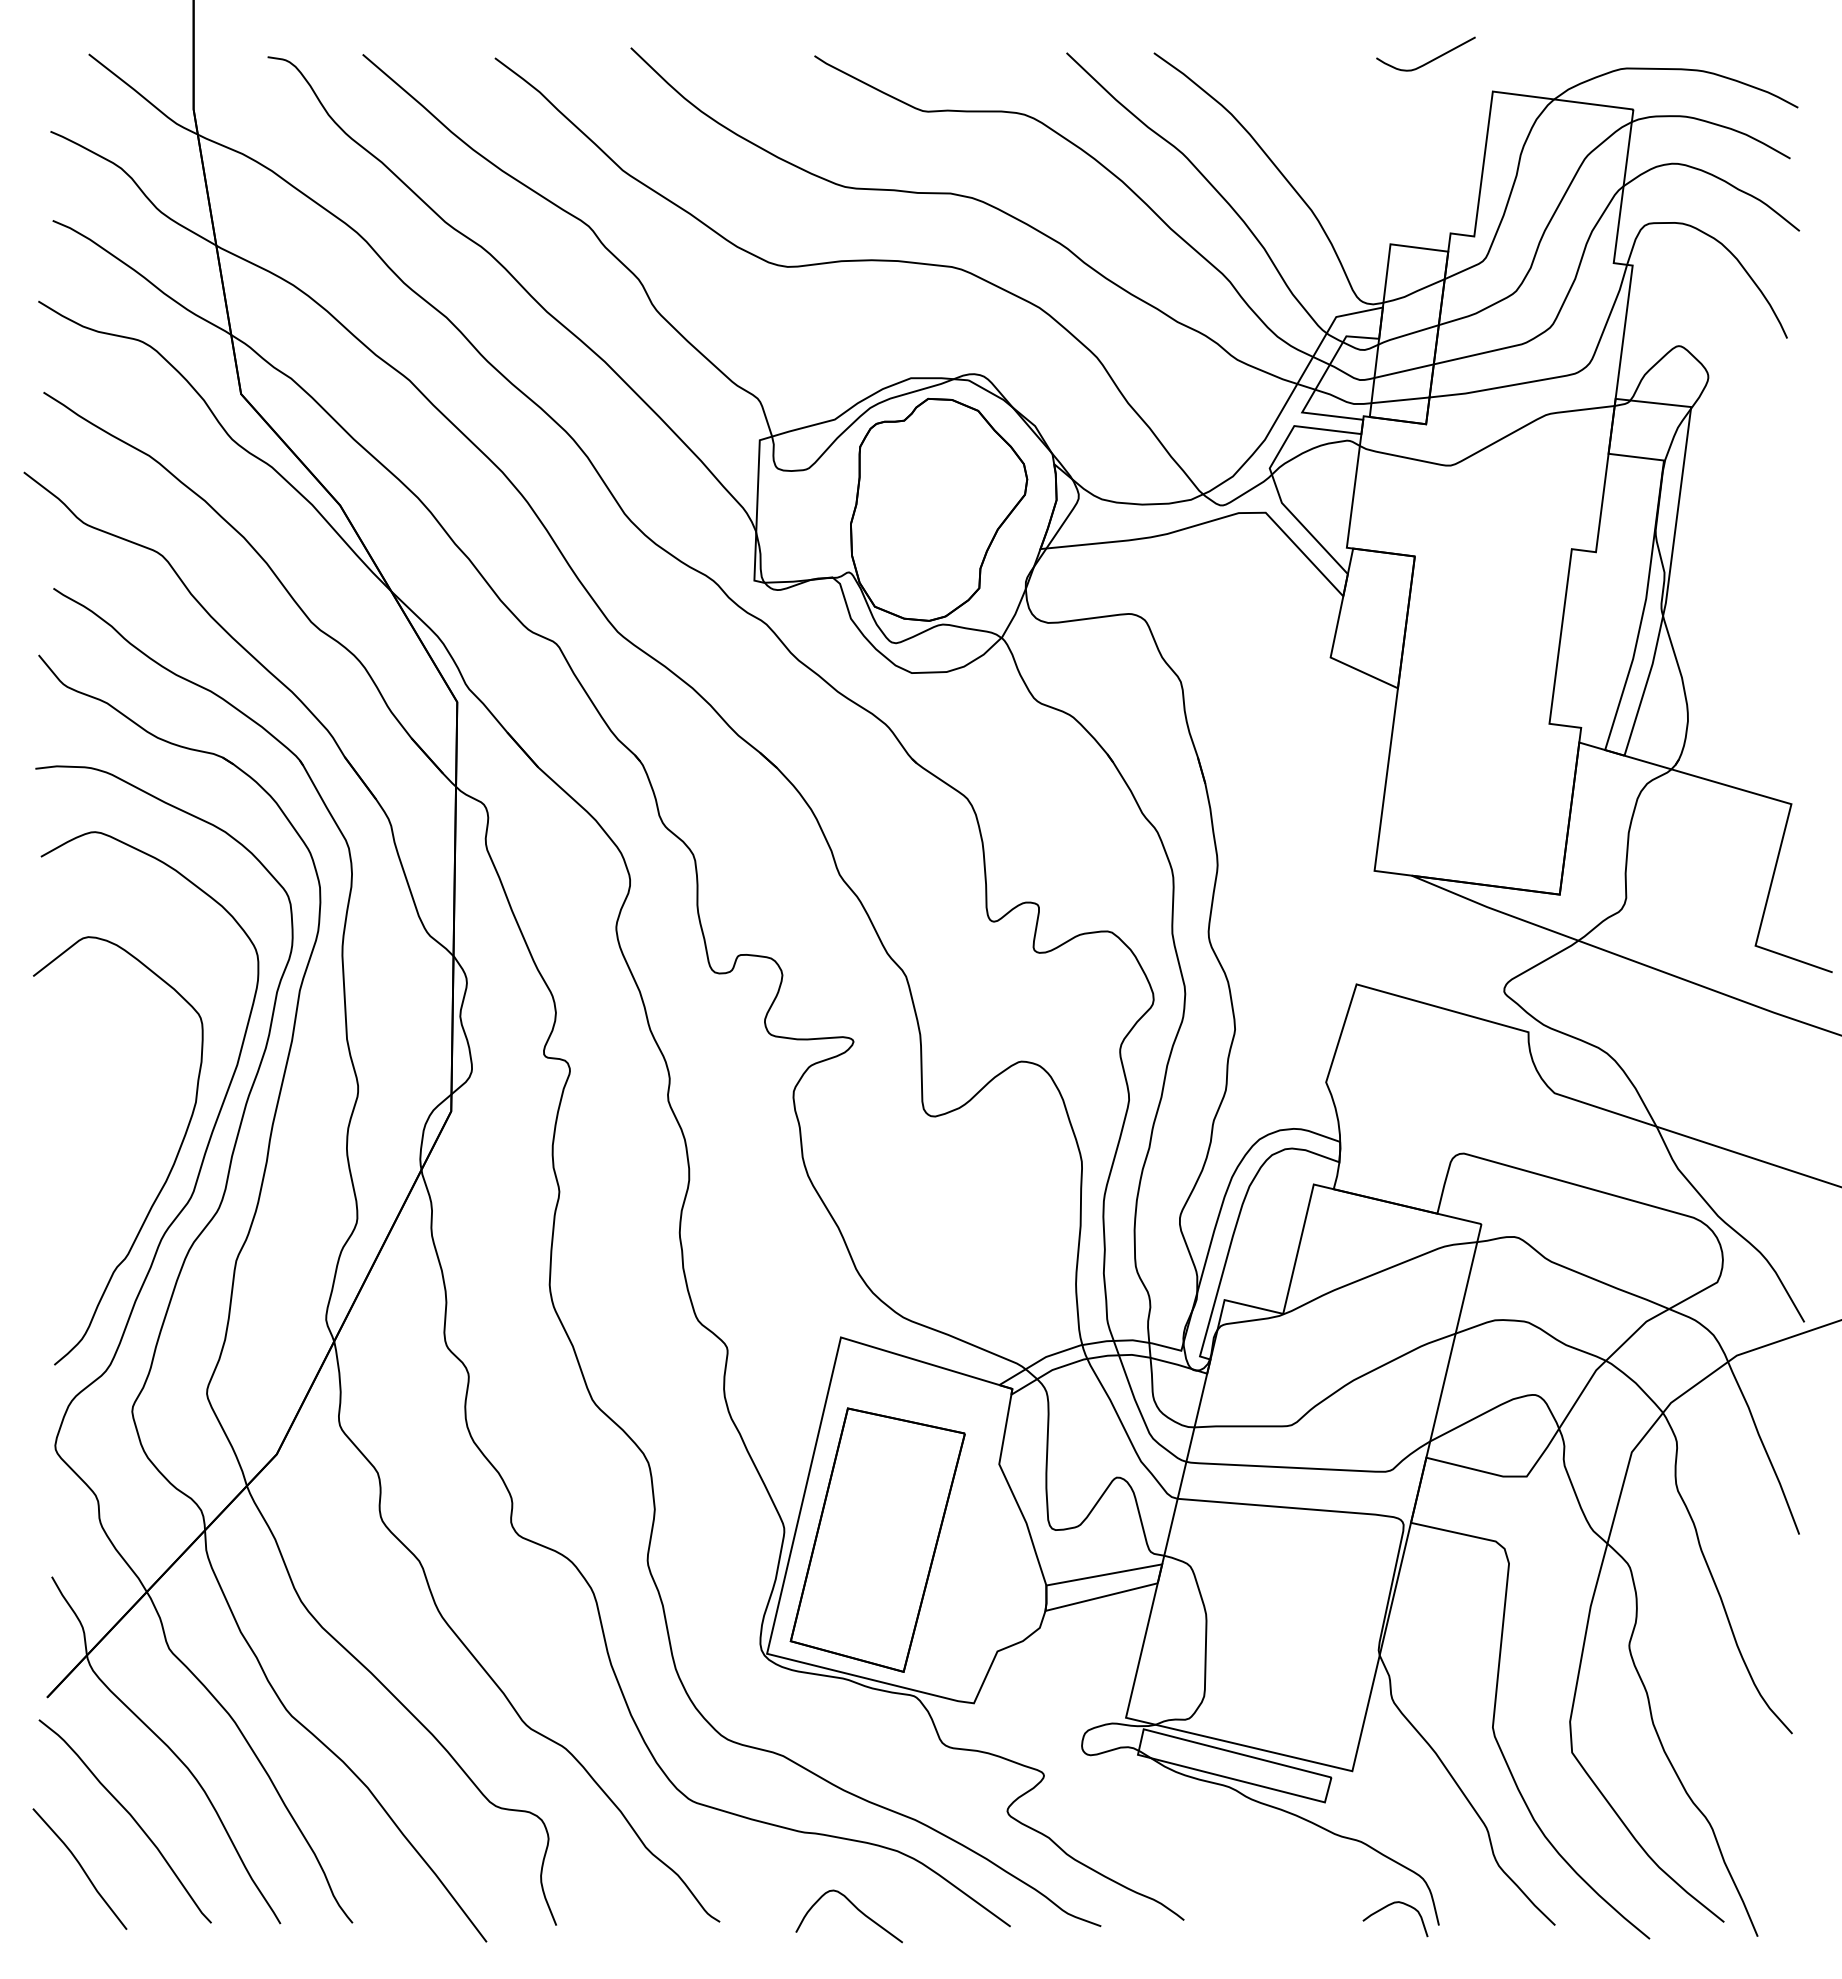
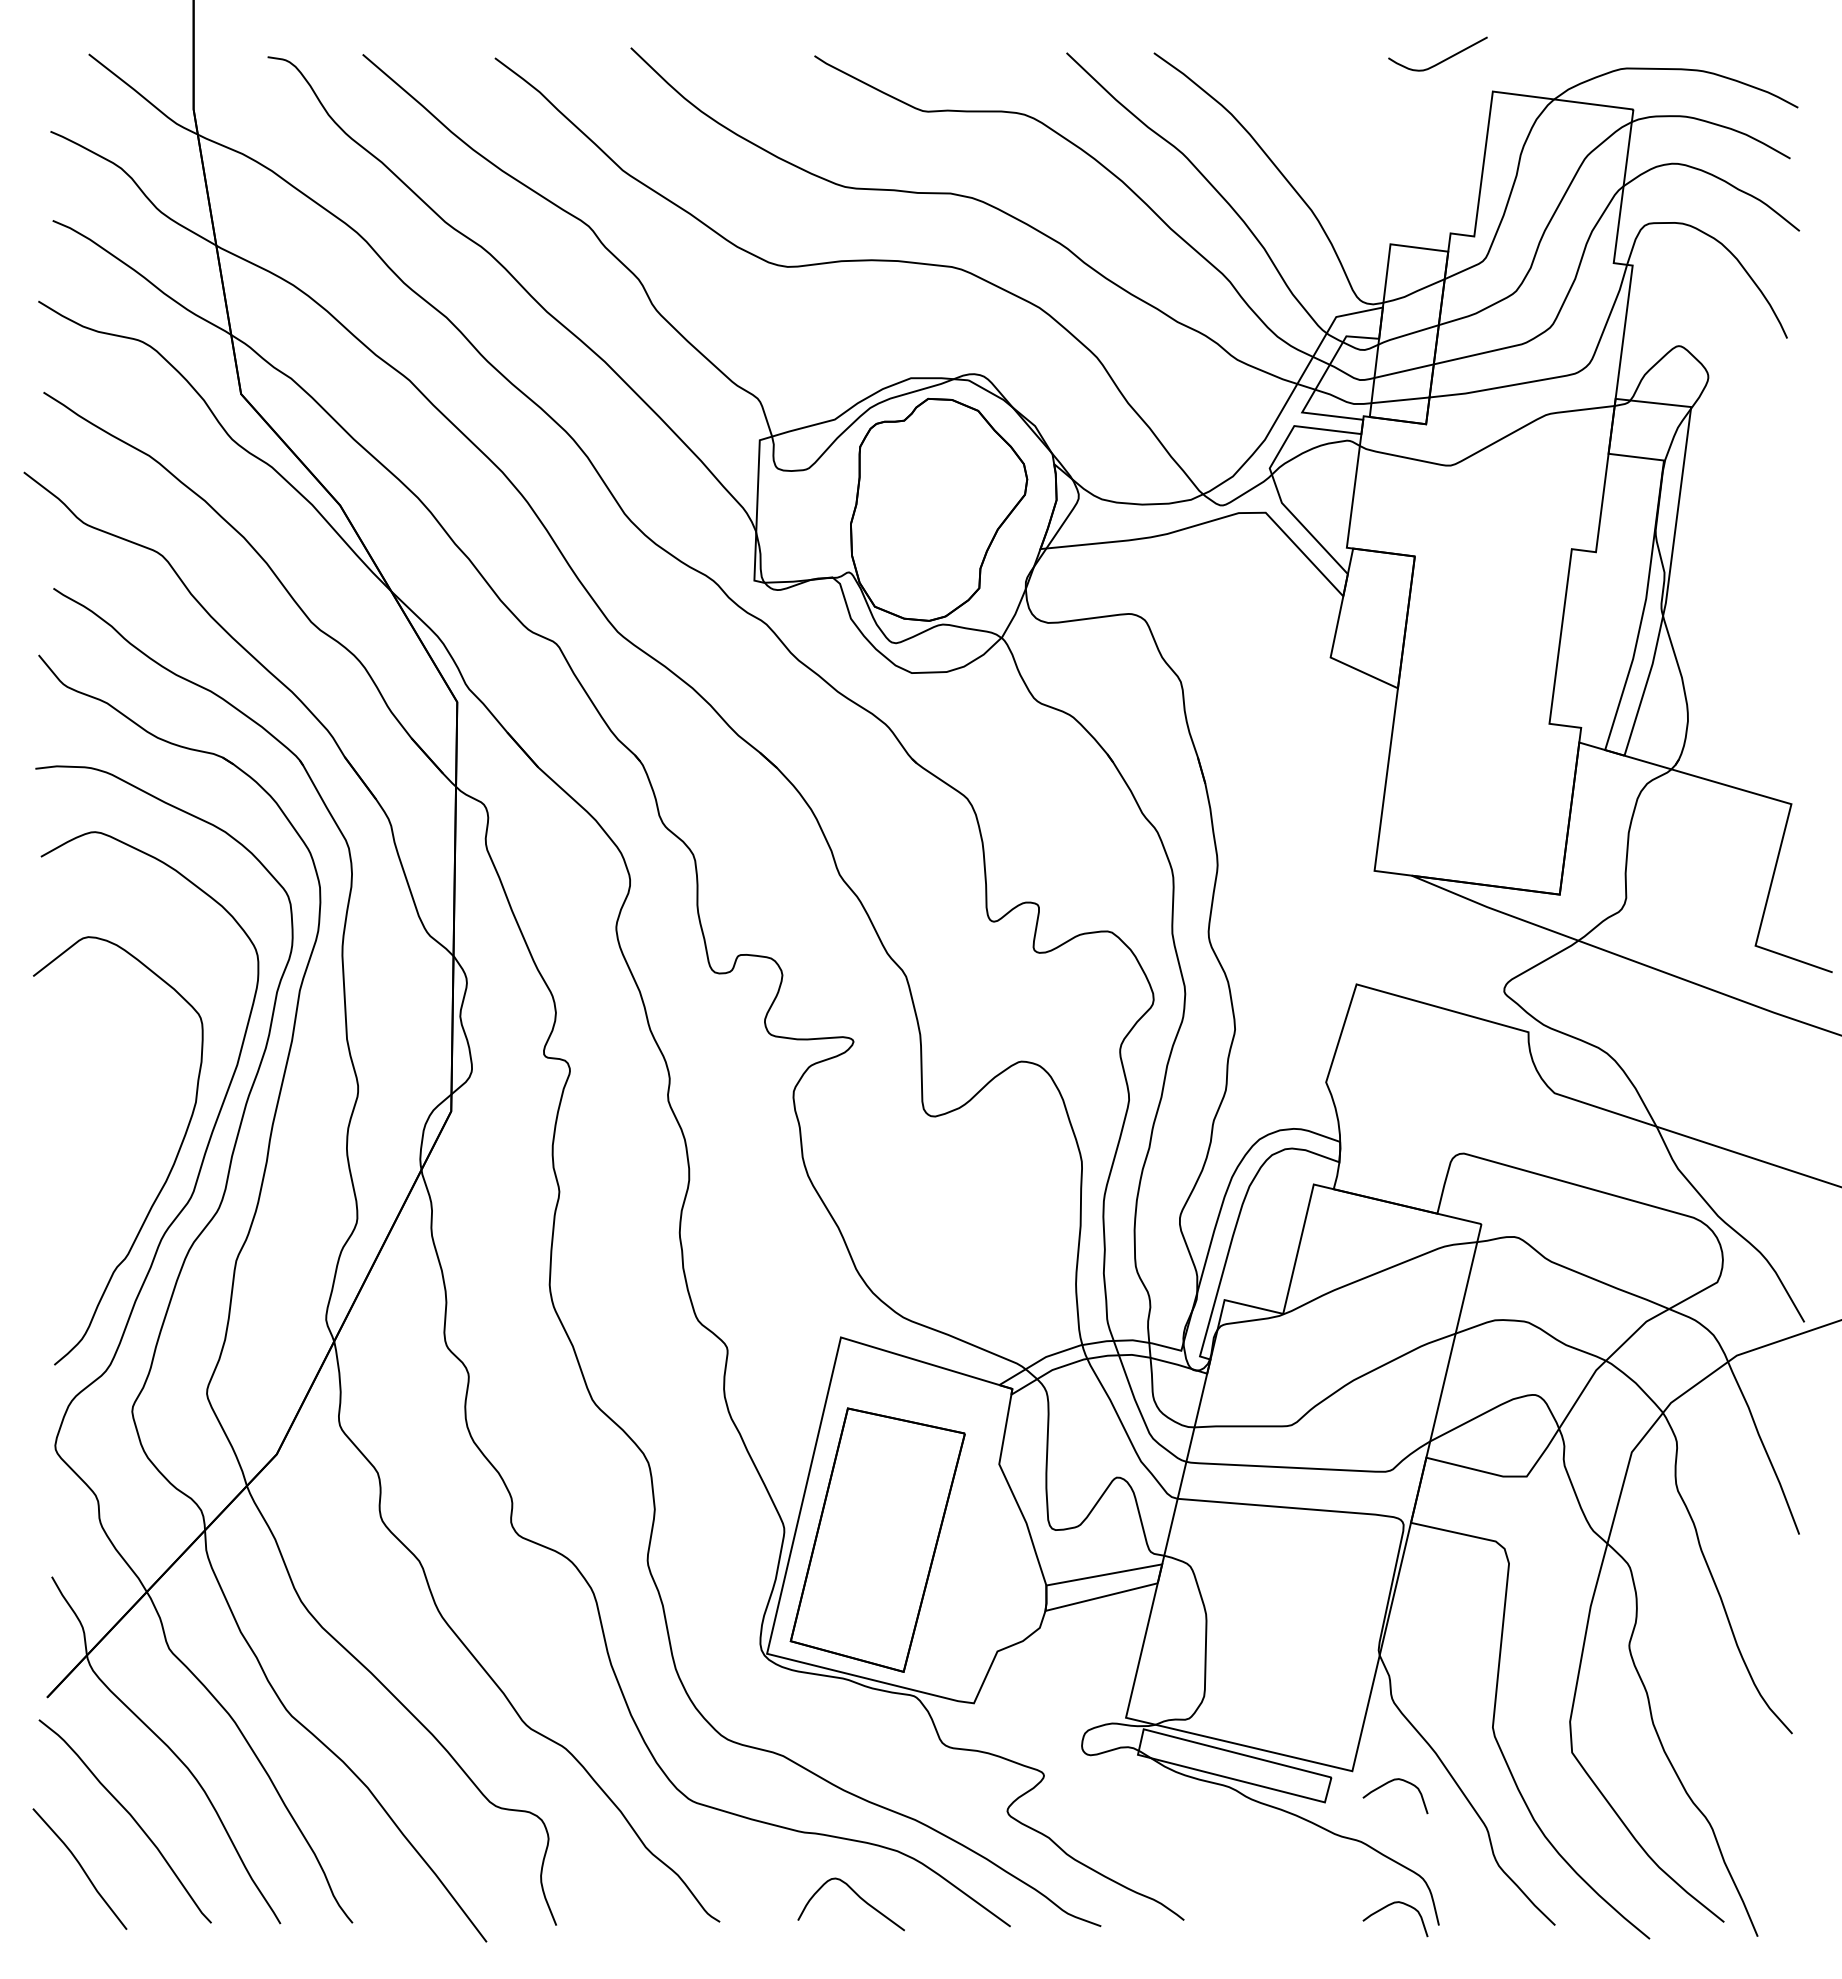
curve at (1428, 61) position: (1428, 61) -> (1440, 61)
curve at (1388, 1783): none -> present
curve at (855, 1908) position: (855, 1908) -> (857, 1896)
